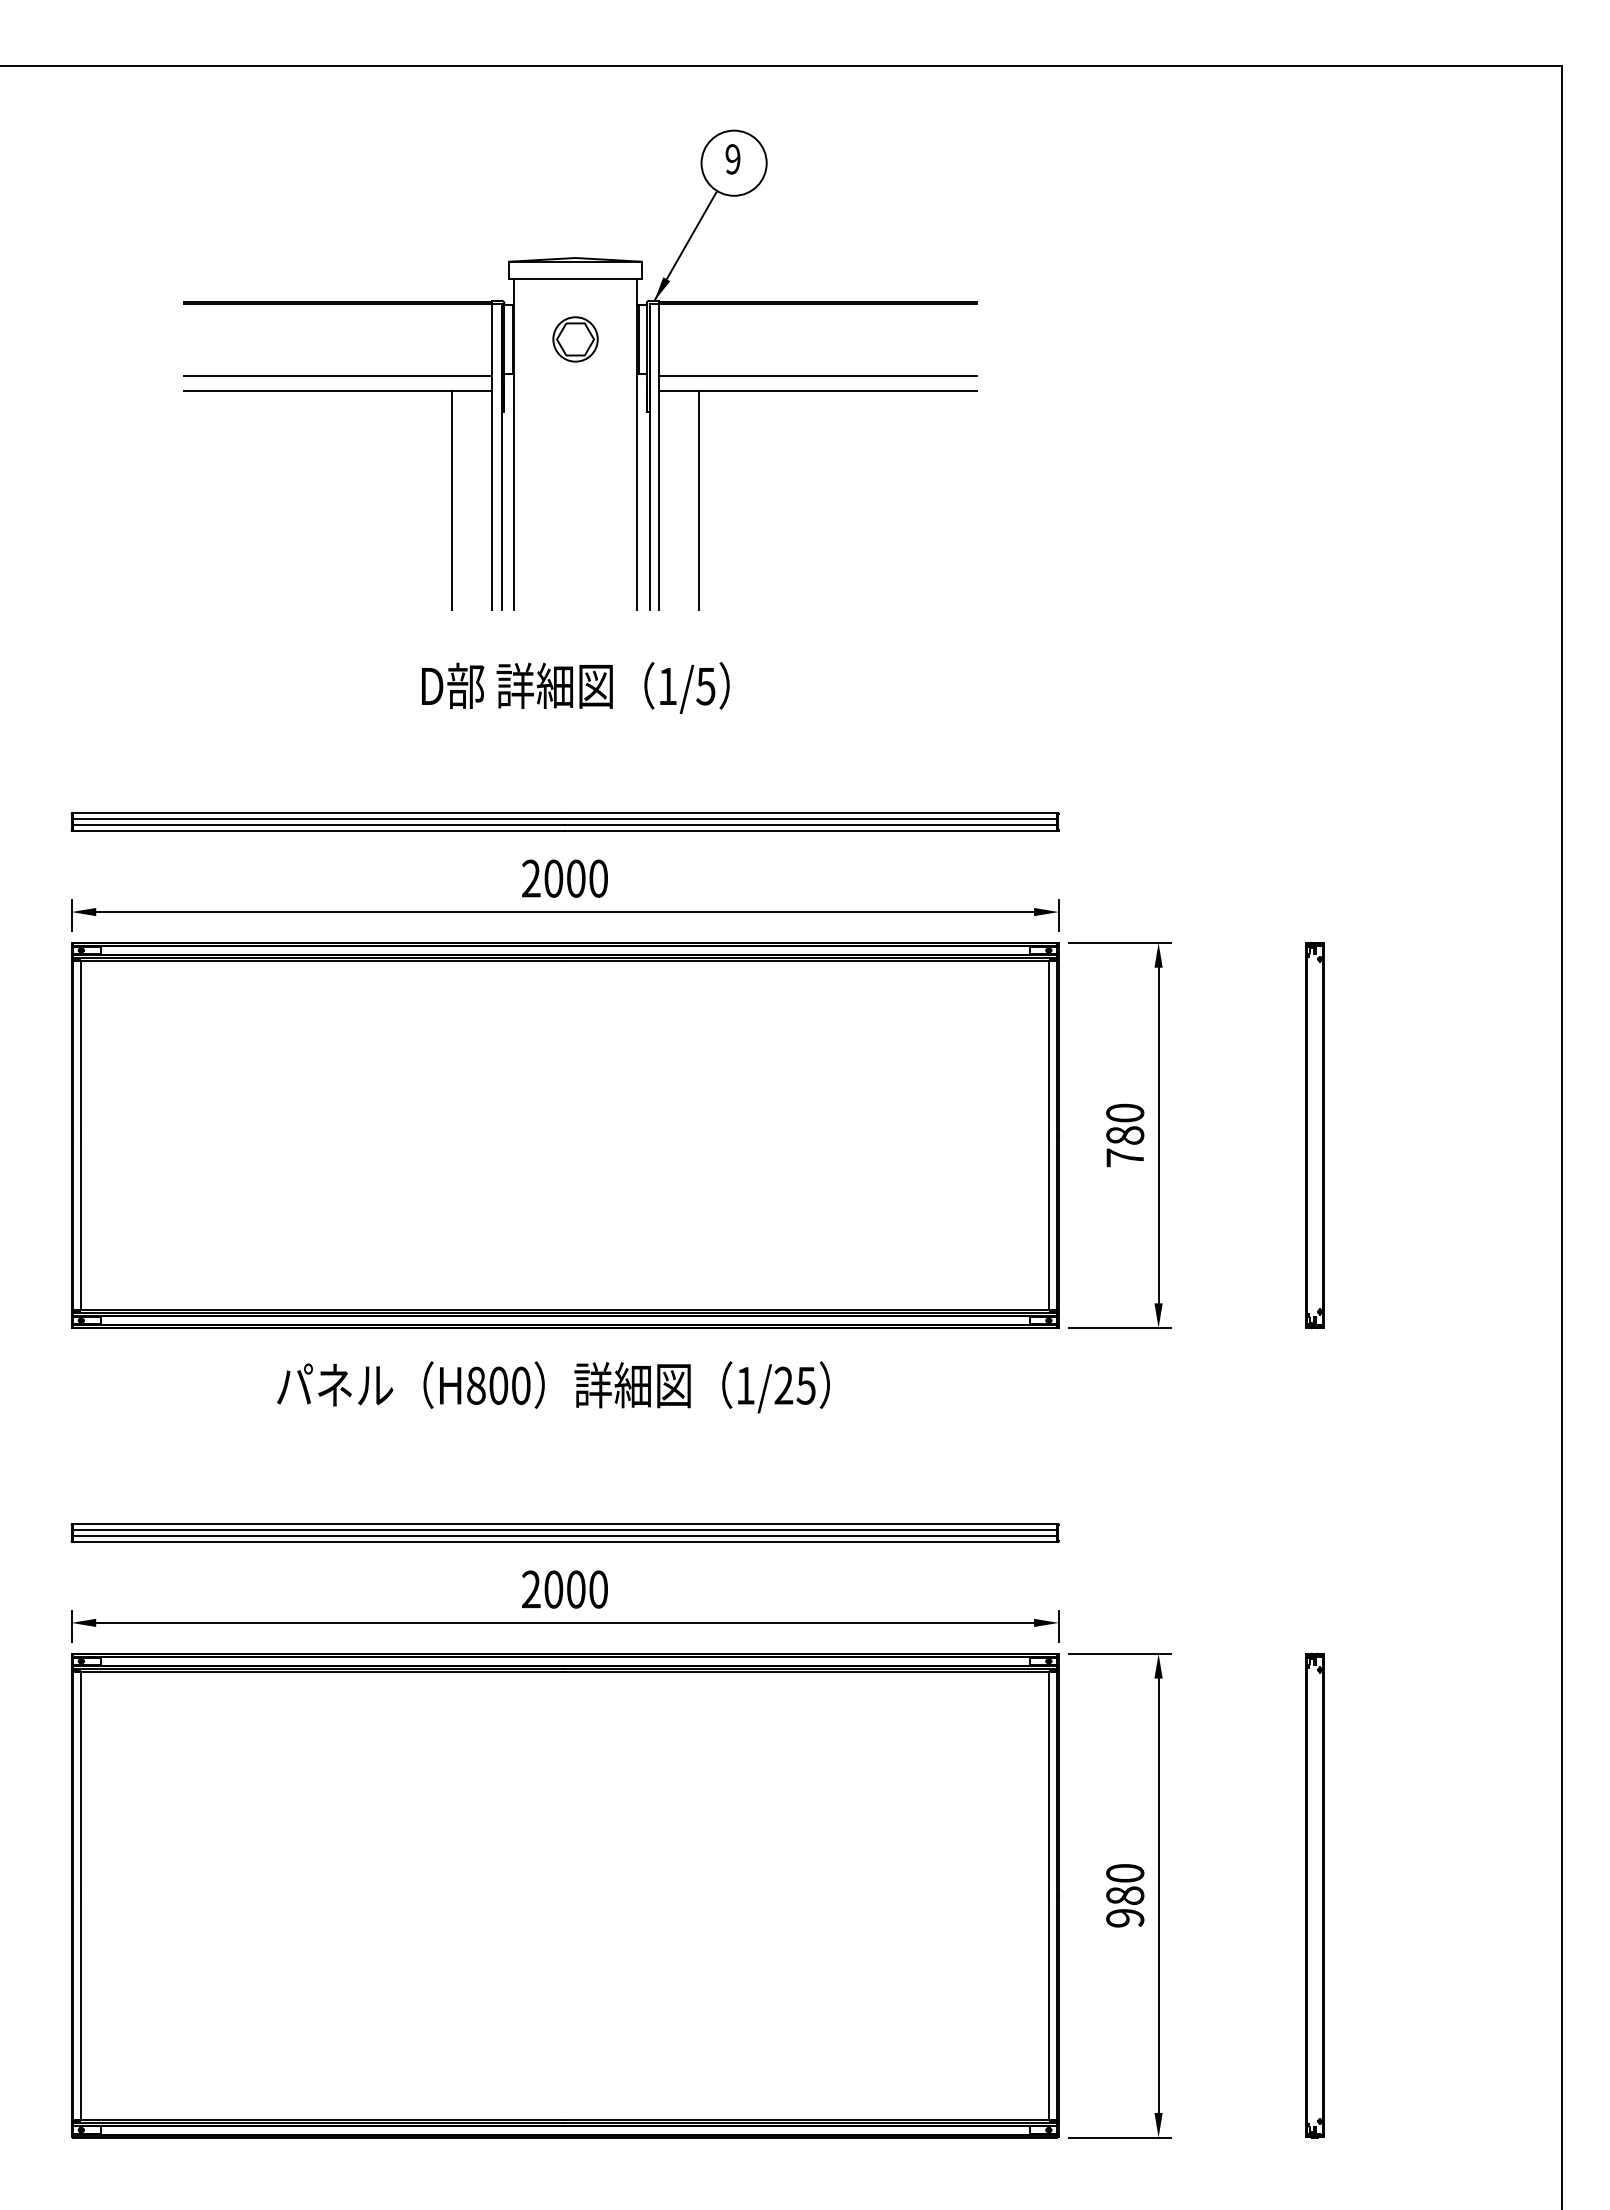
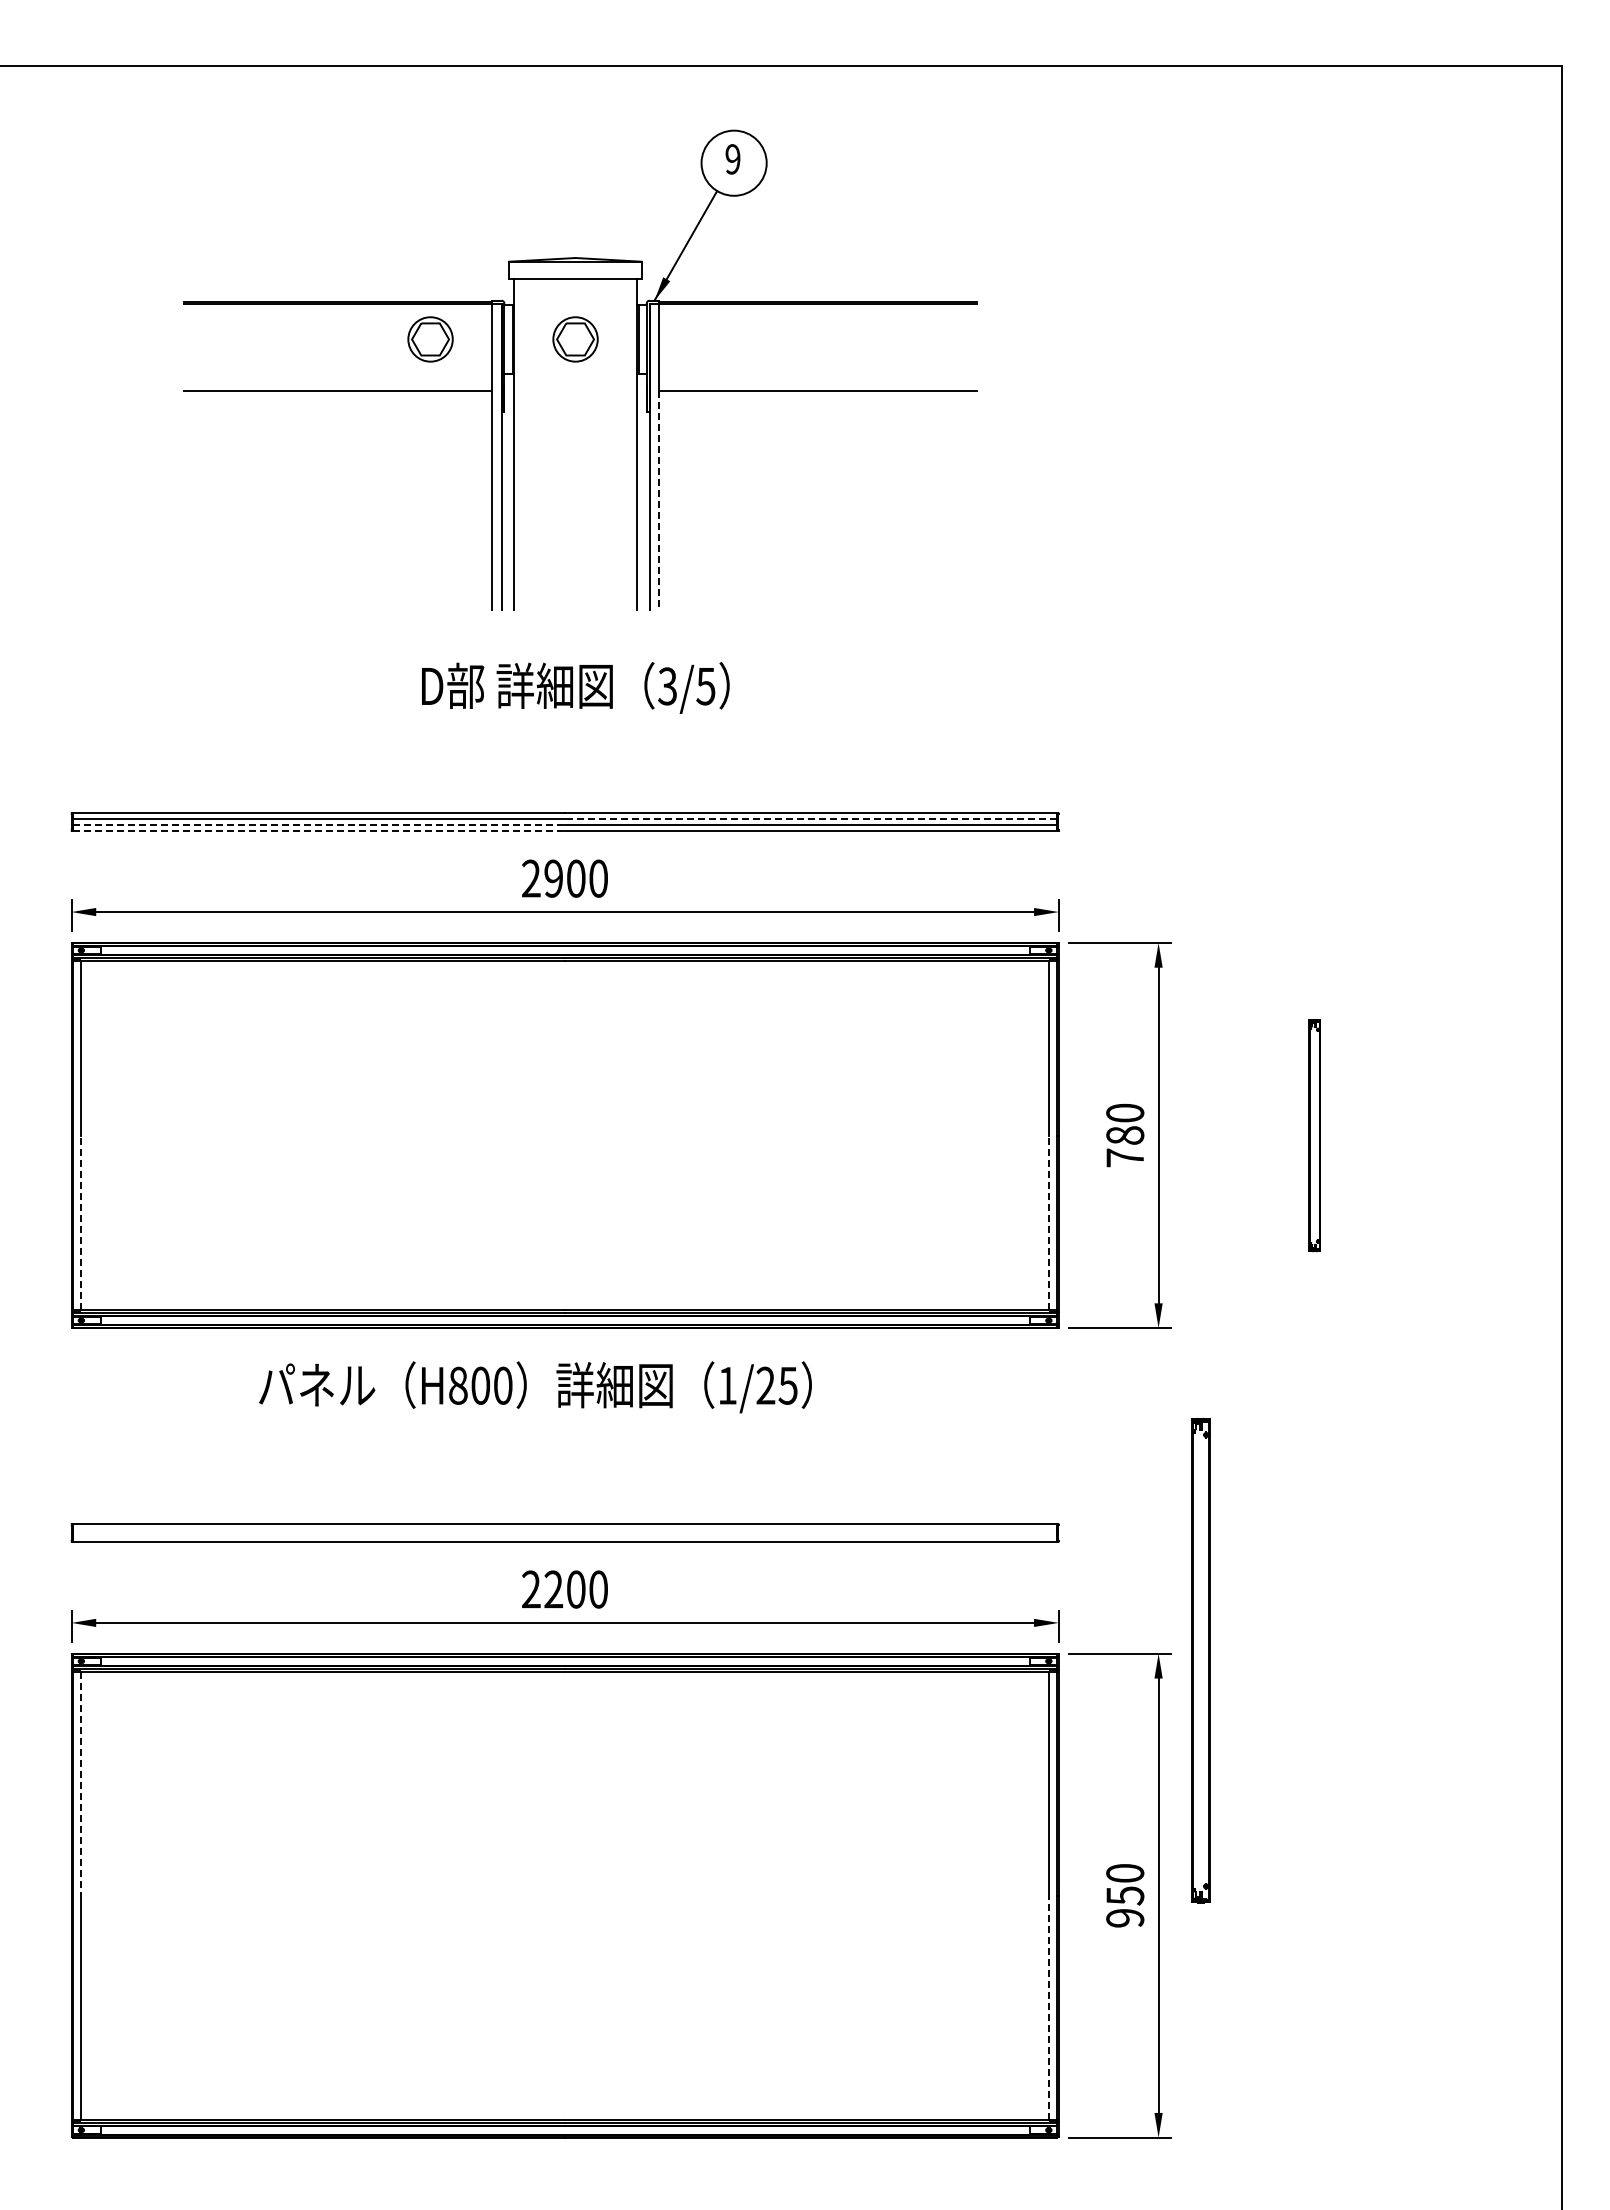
part at (430, 339): none -> present
line at (337, 376): present -> none
line at (818, 376): present -> none
line at (452, 500): present -> none
line at (698, 500): present -> none
line at (659, 501): solid -> dashed
text at (667, 686): 1/5 -> 3/5
line at (810, 818): solid -> dashed
line at (319, 825): solid -> dashed
line at (319, 831): solid -> dashed
text at (553, 878): 2000 -> 2900
part at (1314, 1135) size: 20x388 px -> 13x234 px
line at (81, 1222): solid -> dashed
line at (1048, 1222): solid -> dashed
text at (553, 1387) position: (553, 1387) -> (535, 1387)
line at (564, 1529): present -> none
line at (564, 1536): present -> none
text at (553, 1589): 2000 -> 2200
line at (81, 1784): solid -> dashed
text at (1125, 1895): 980 -> 950
part at (1314, 1895) position: (1314, 1895) -> (1200, 1660)
line at (1048, 2007): solid -> dashed
